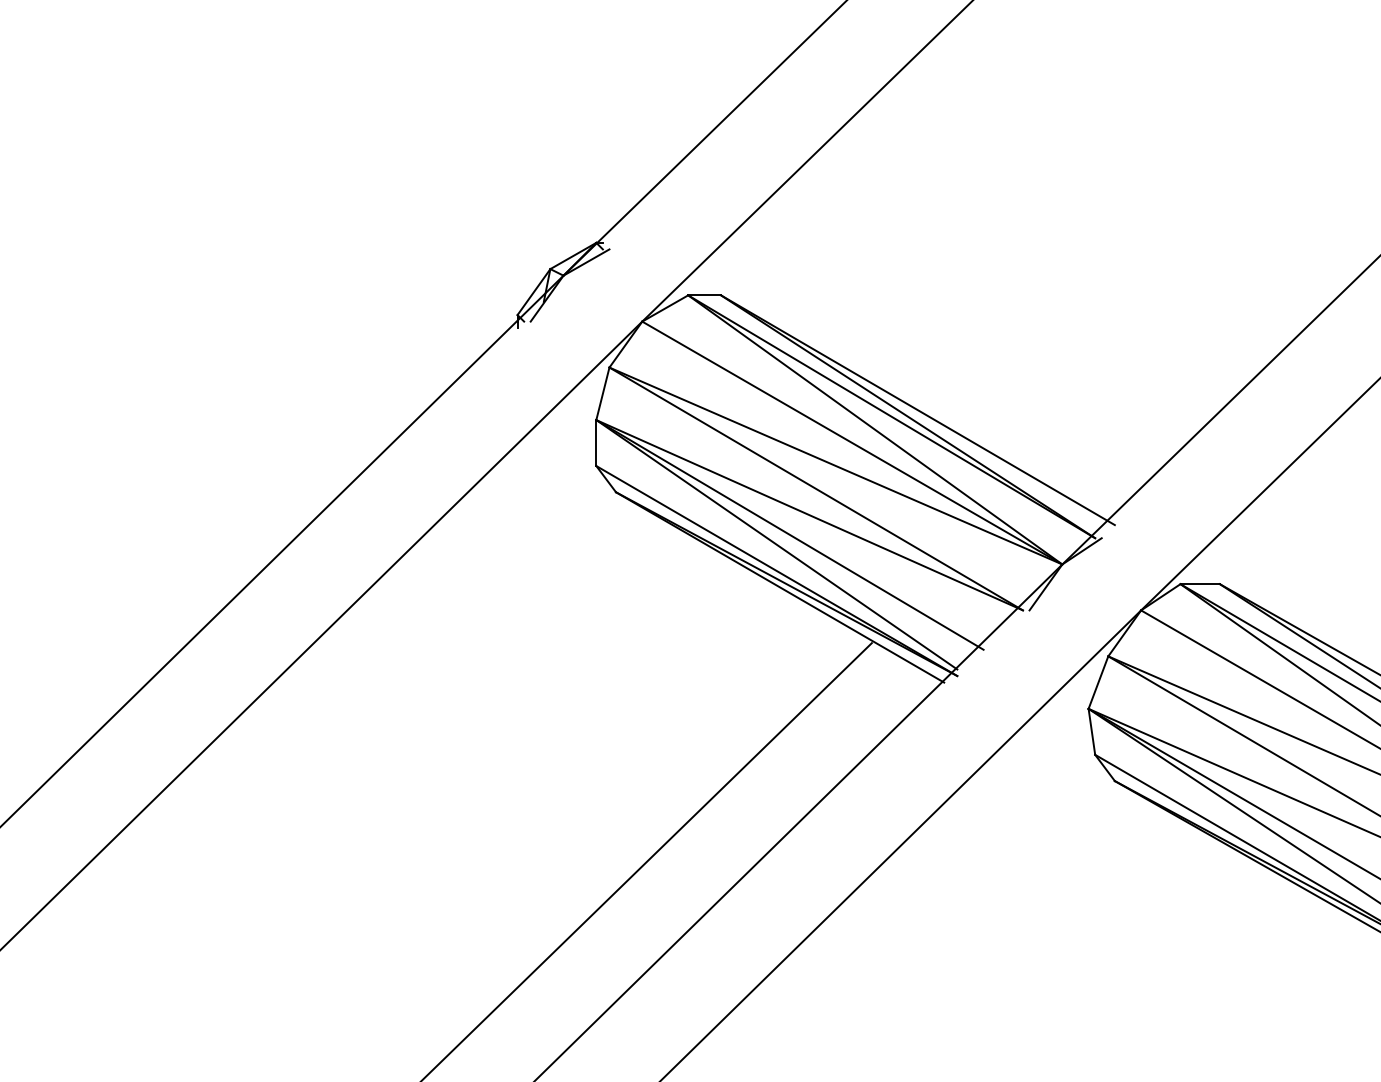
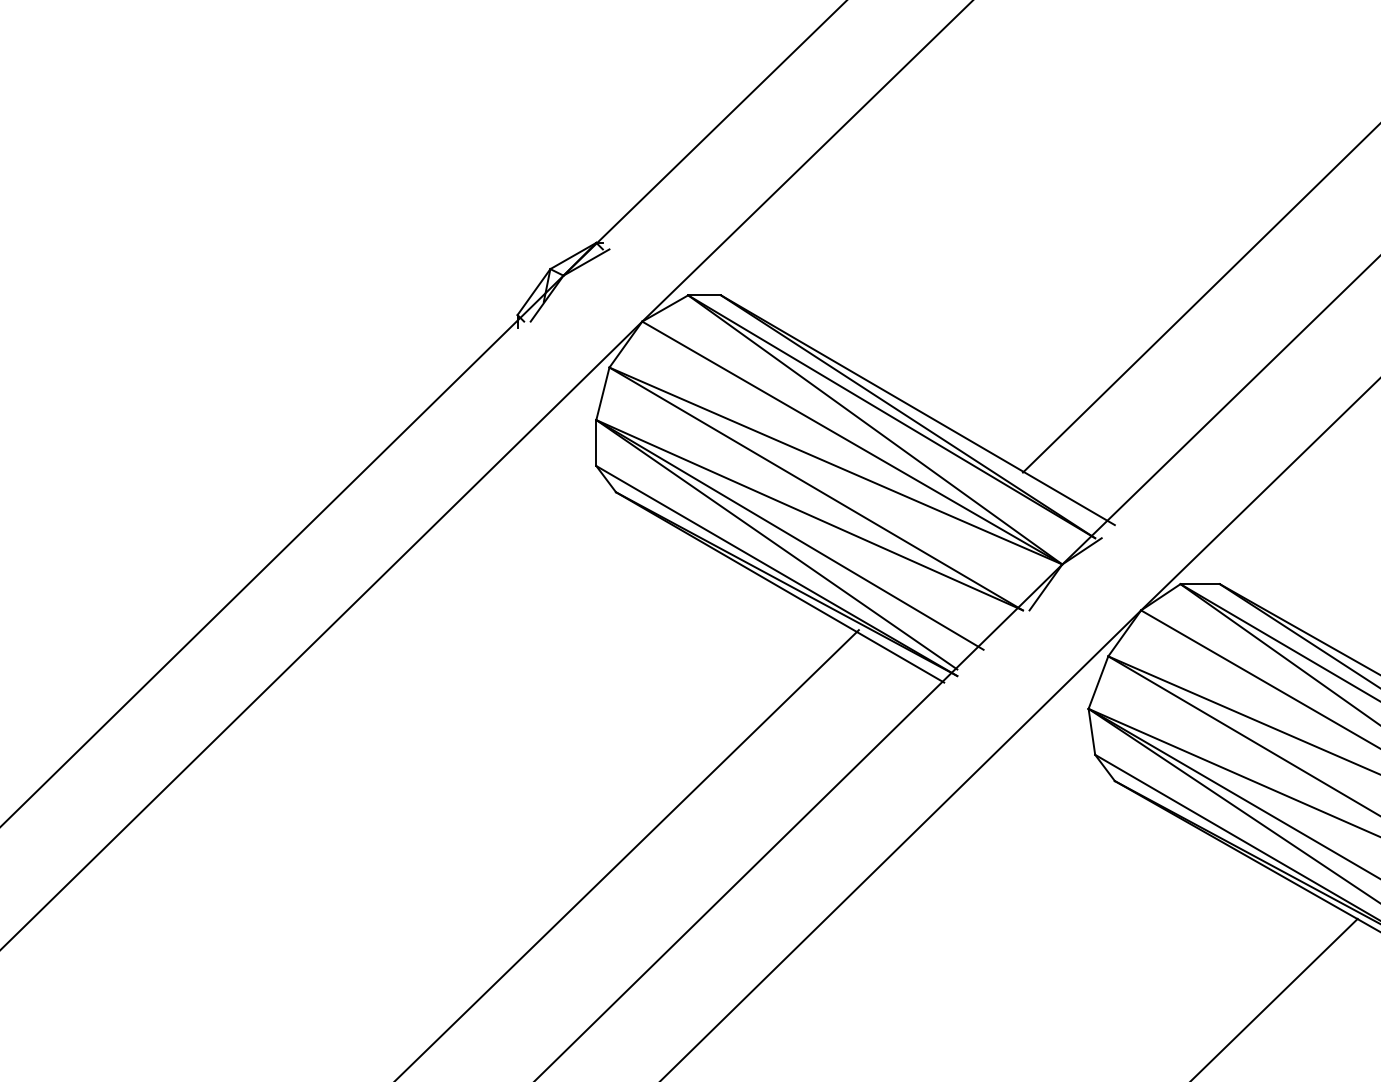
line at (1199, 298): none -> present
line at (647, 860) position: (647, 860) -> (627, 854)
line at (1275, 998): none -> present
